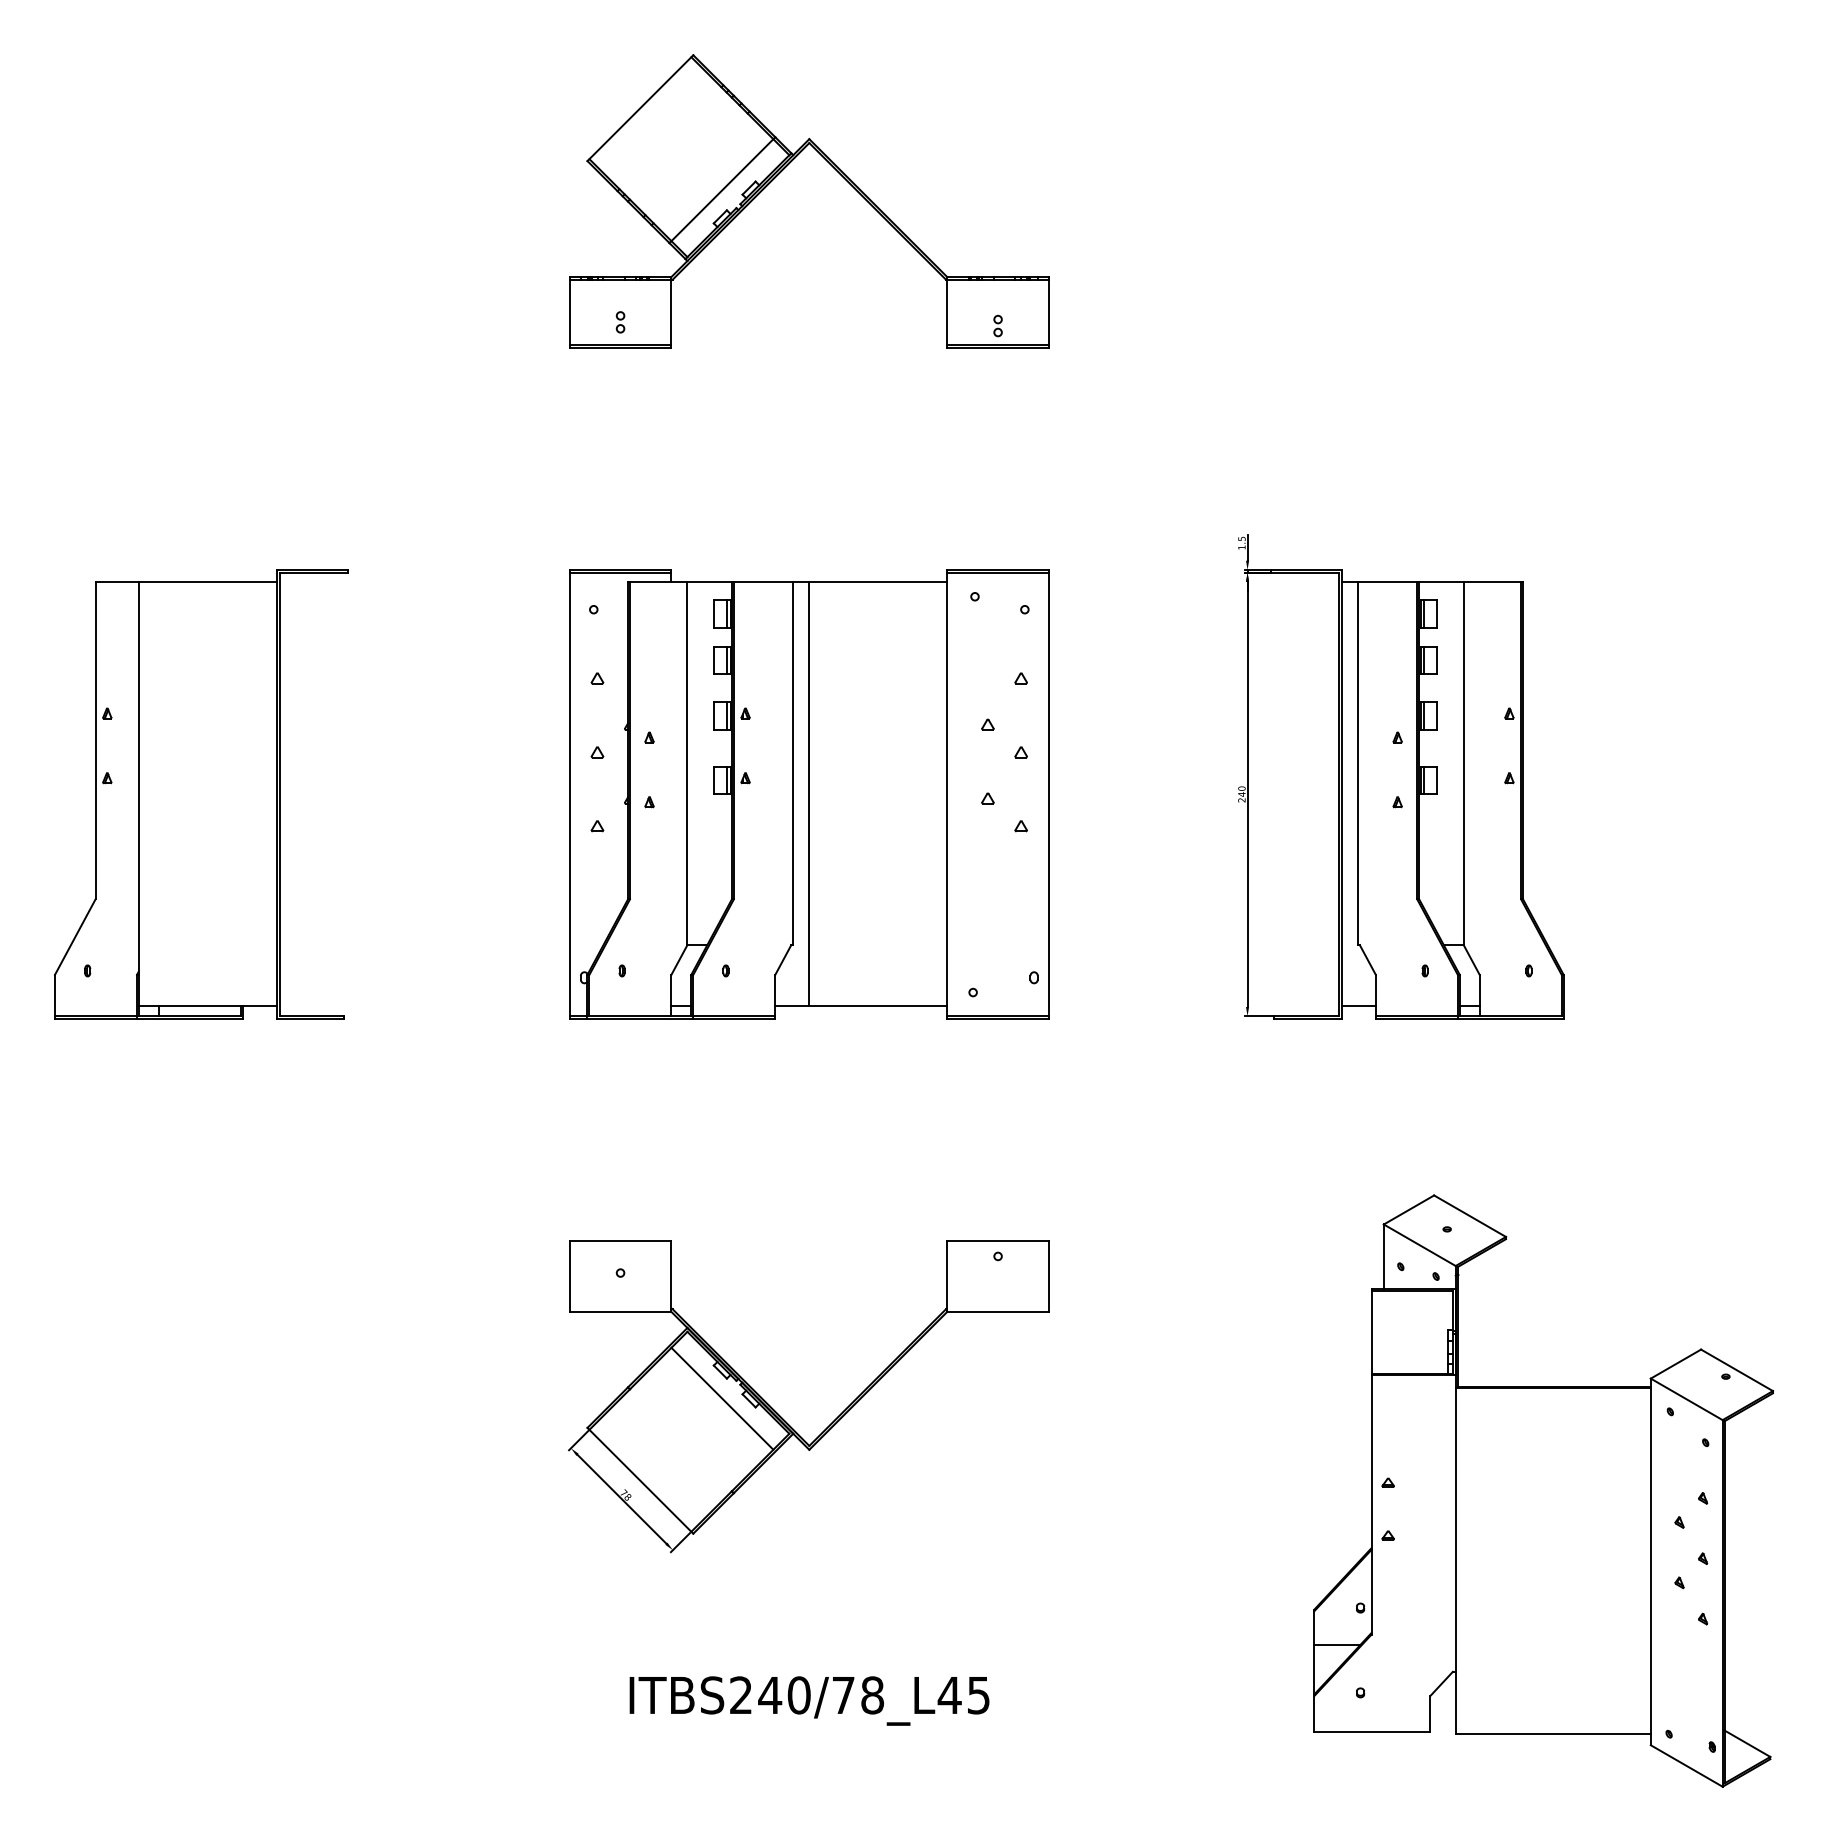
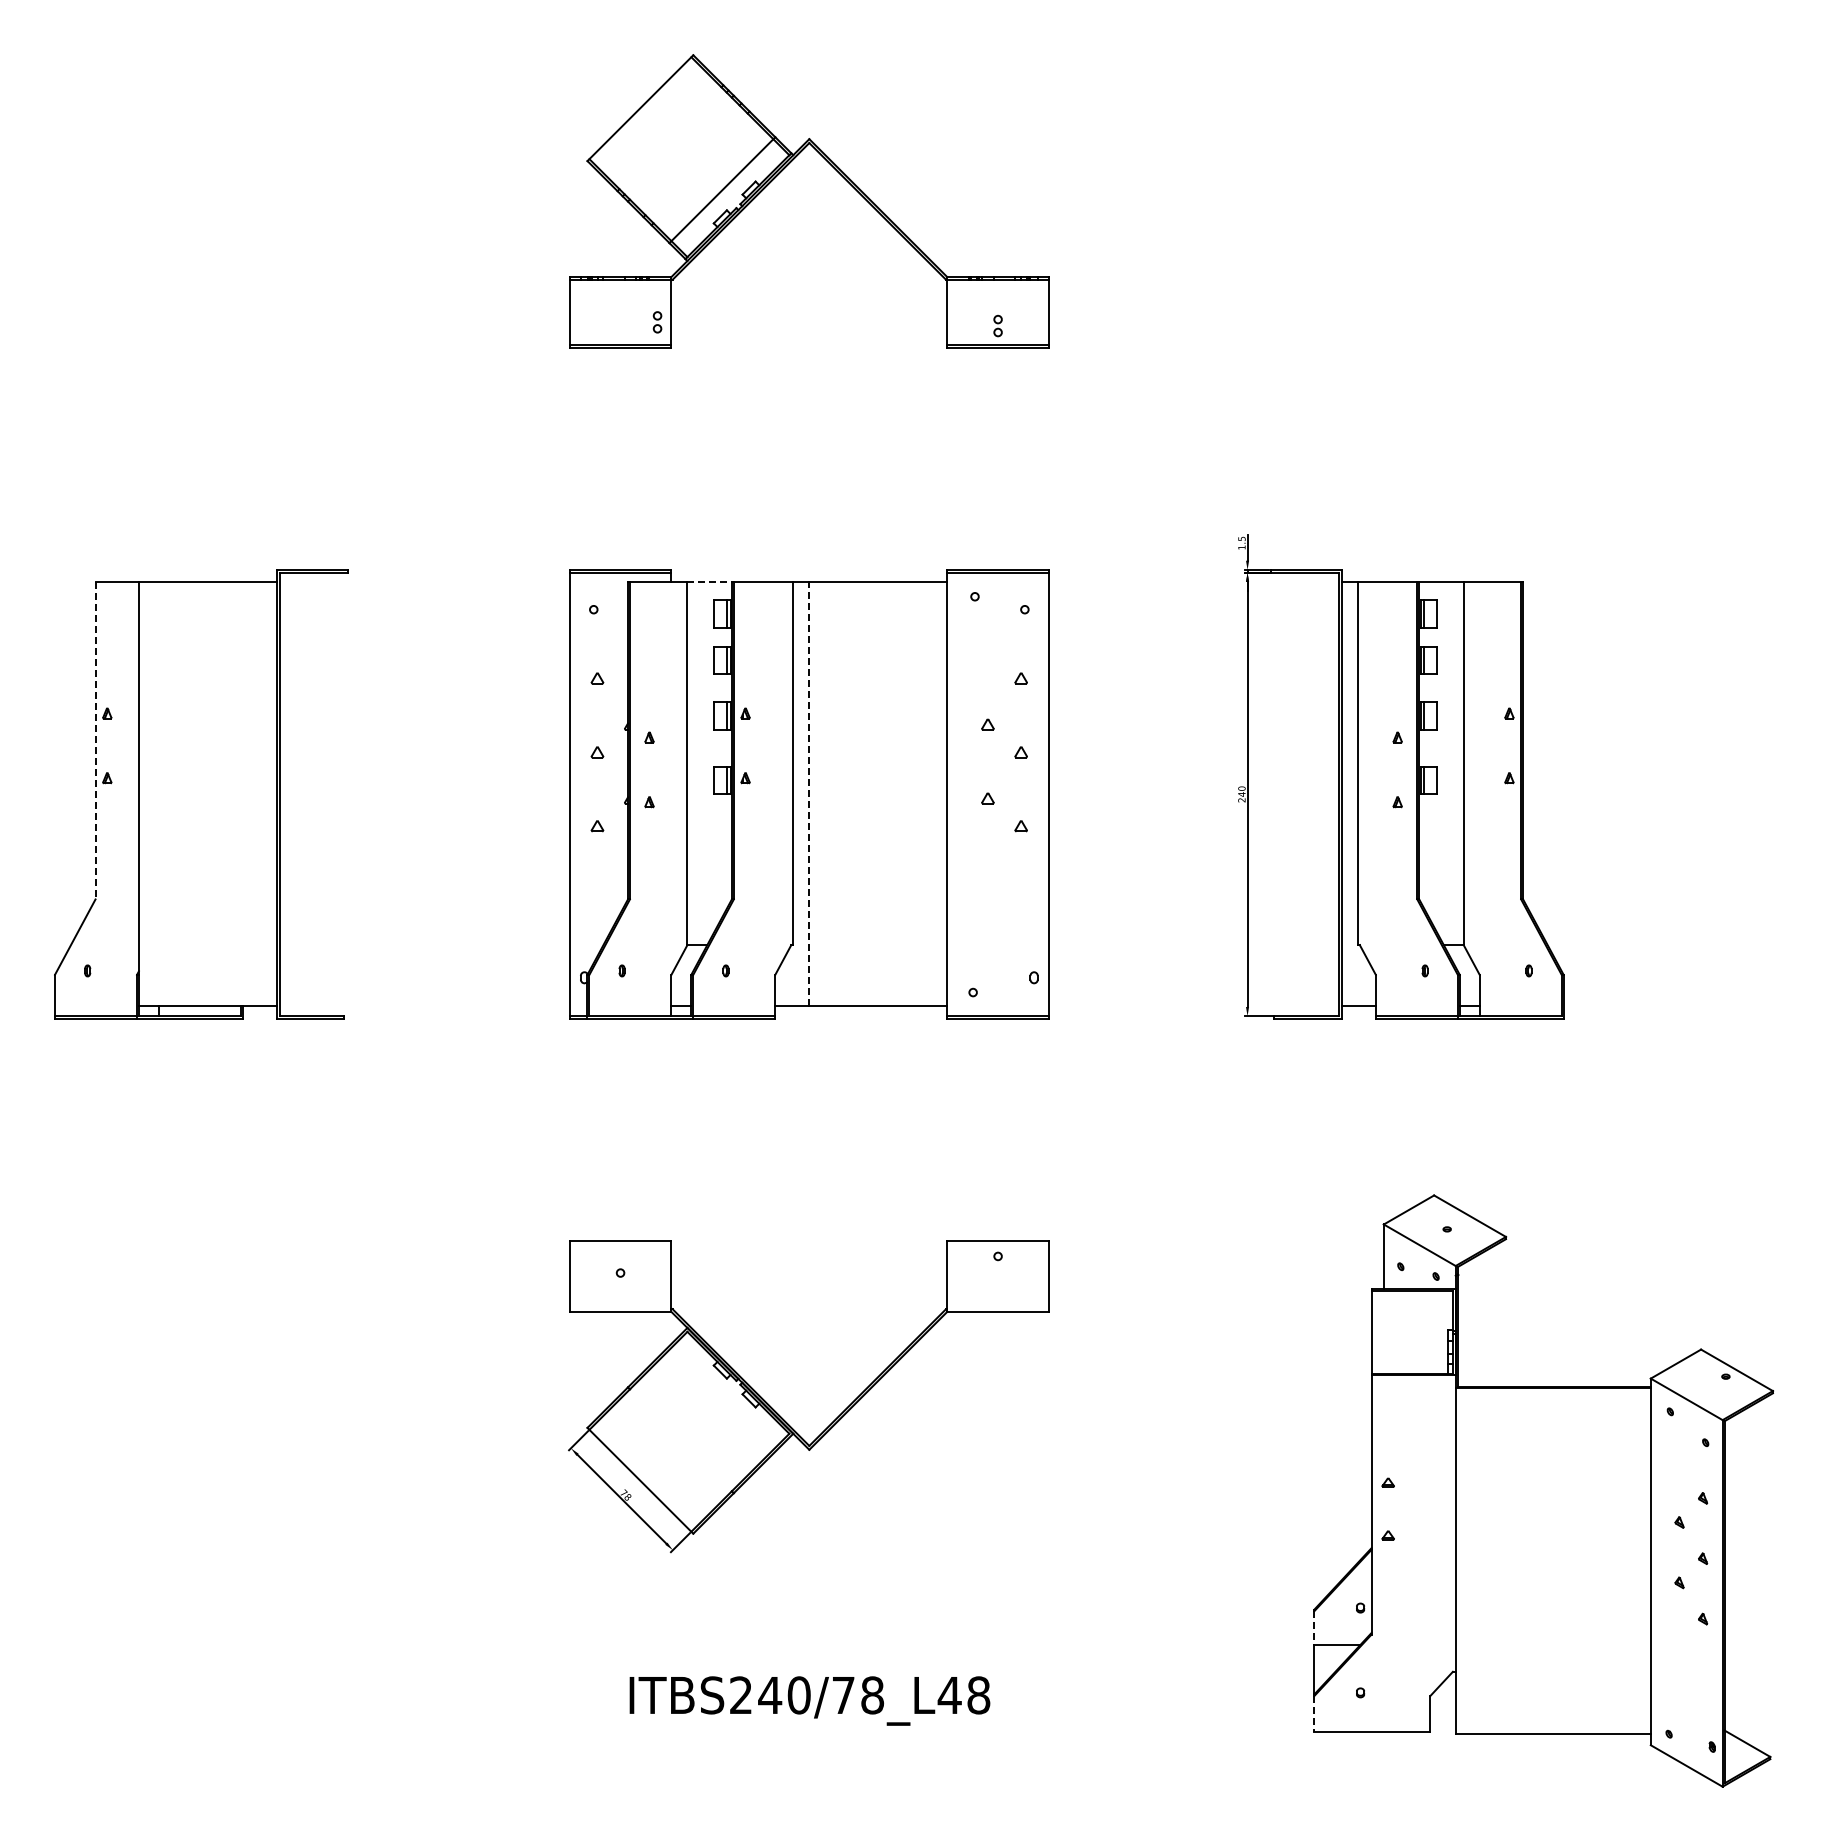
part at (620, 322) position: (620, 322) -> (657, 322)
line at (710, 581): solid -> dashed
line at (95, 740): solid -> dashed
line at (809, 793): solid -> dashed
line at (722, 1398): present -> none
line at (1314, 1628): solid -> dashed
text at (978, 1695): ITBS240/78_L45 -> ITBS240/78_L48
line at (1314, 1714): solid -> dashed
